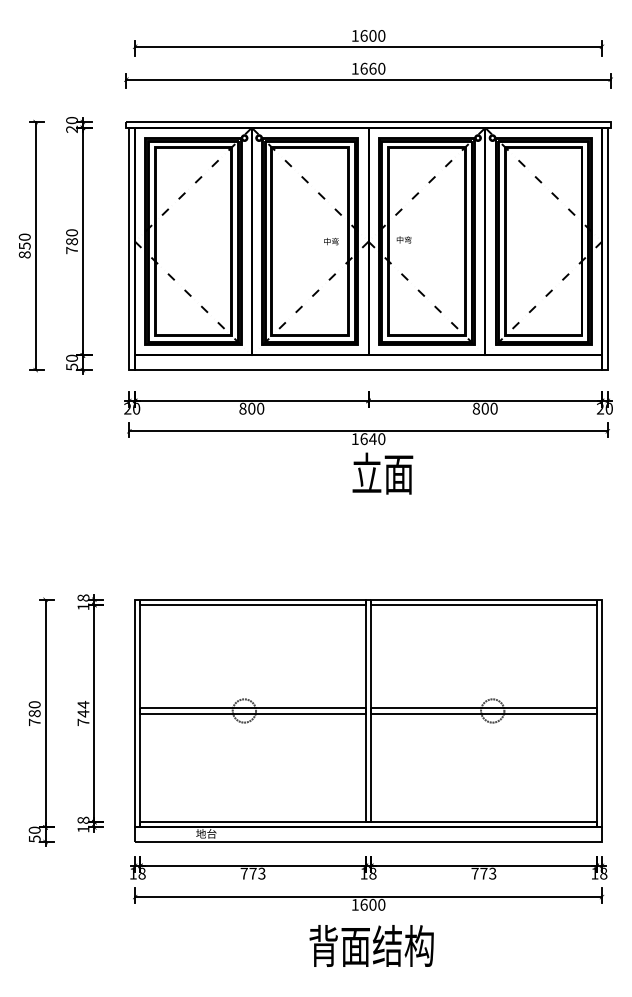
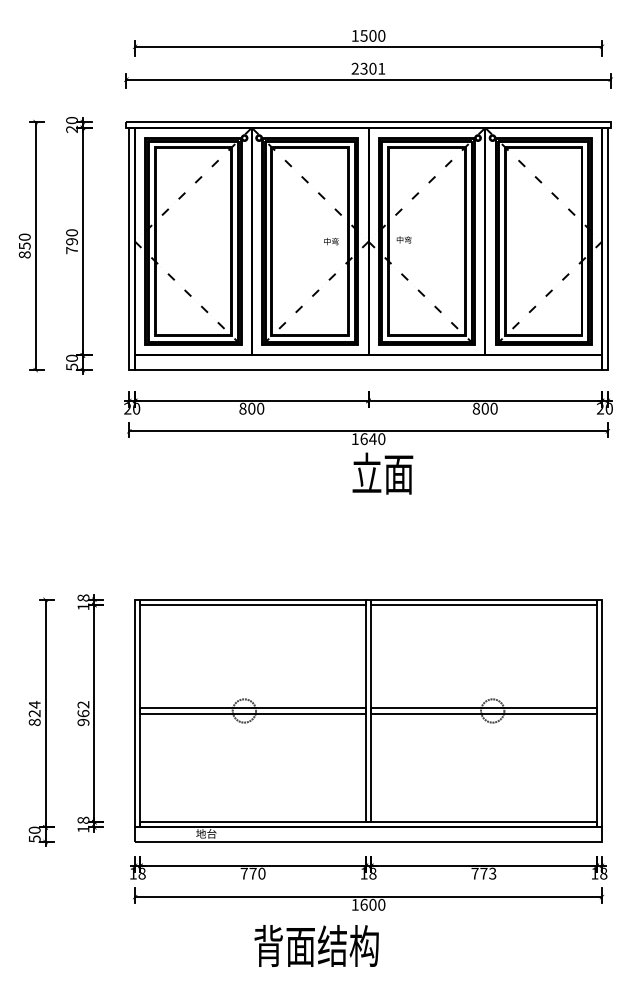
text at (363, 35): 1600 -> 1500
text at (368, 68): 1660 -> 2301
text at (71, 241): 780 -> 790
text at (34, 713): 780 -> 824
text at (83, 713): 744 -> 962
text at (261, 873): 773 -> 770
text at (371, 945) position: (371, 945) -> (316, 945)
